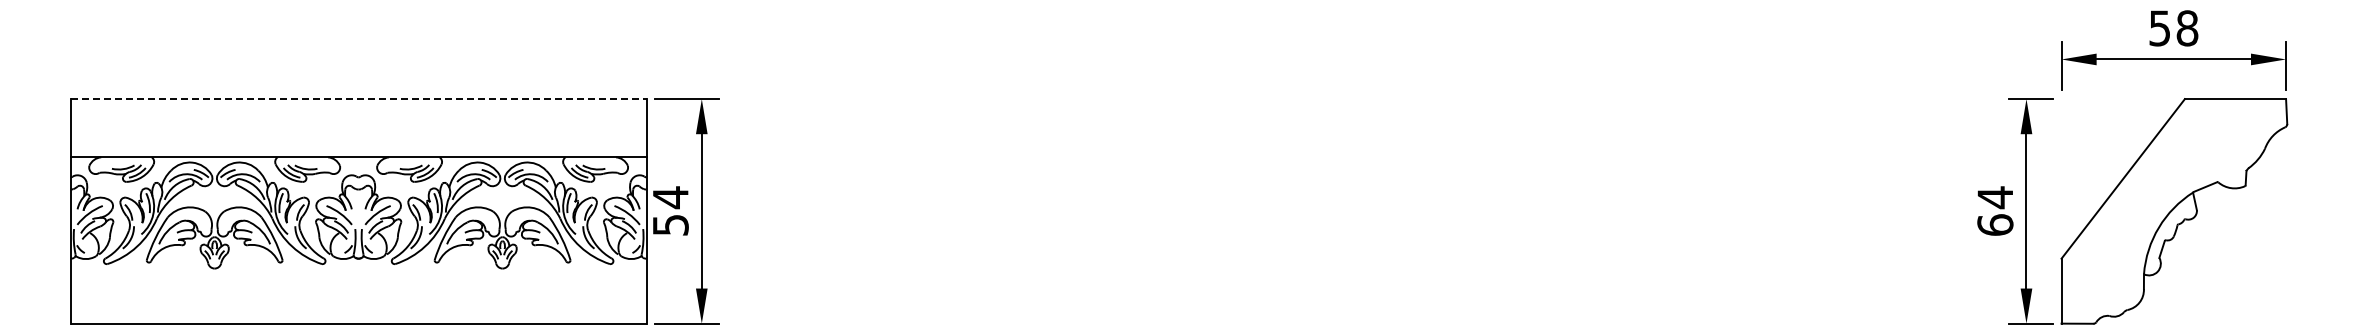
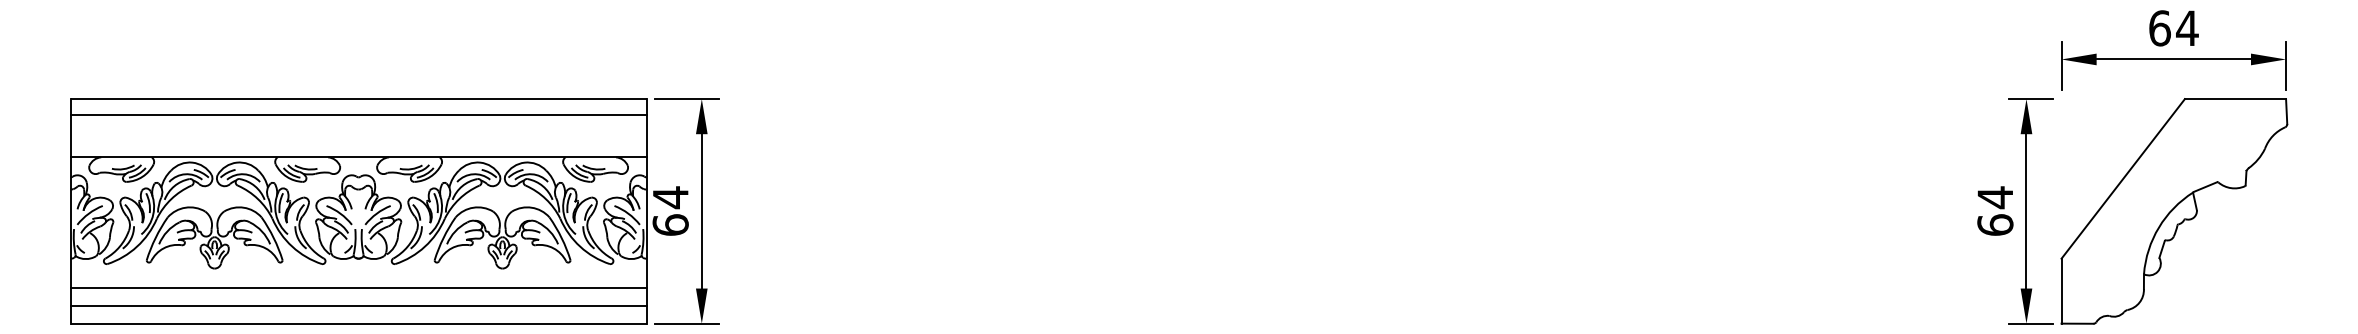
text at (2173, 28): 58 -> 64
line at (358, 99): dashed -> solid
line at (358, 114): none -> present
text at (670, 224): 54 -> 64
line at (358, 287): none -> present
line at (358, 305): none -> present
